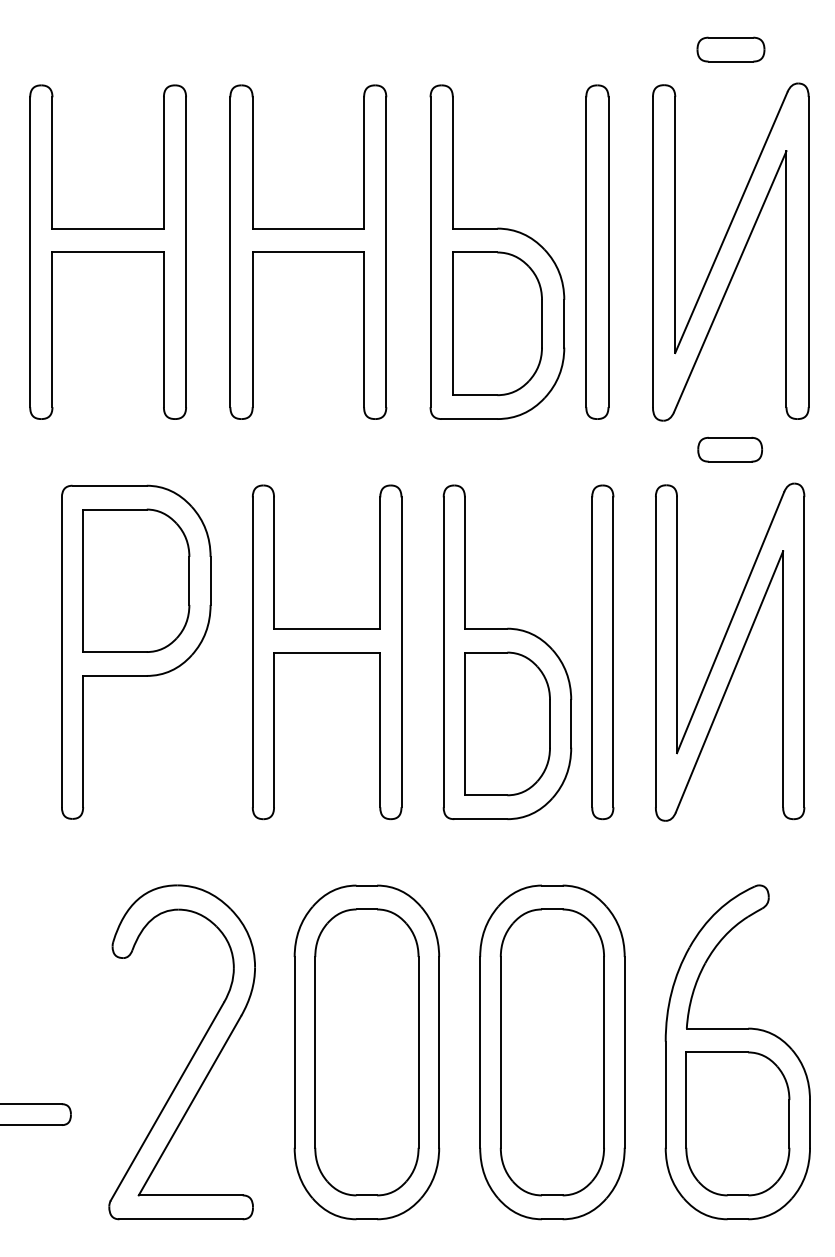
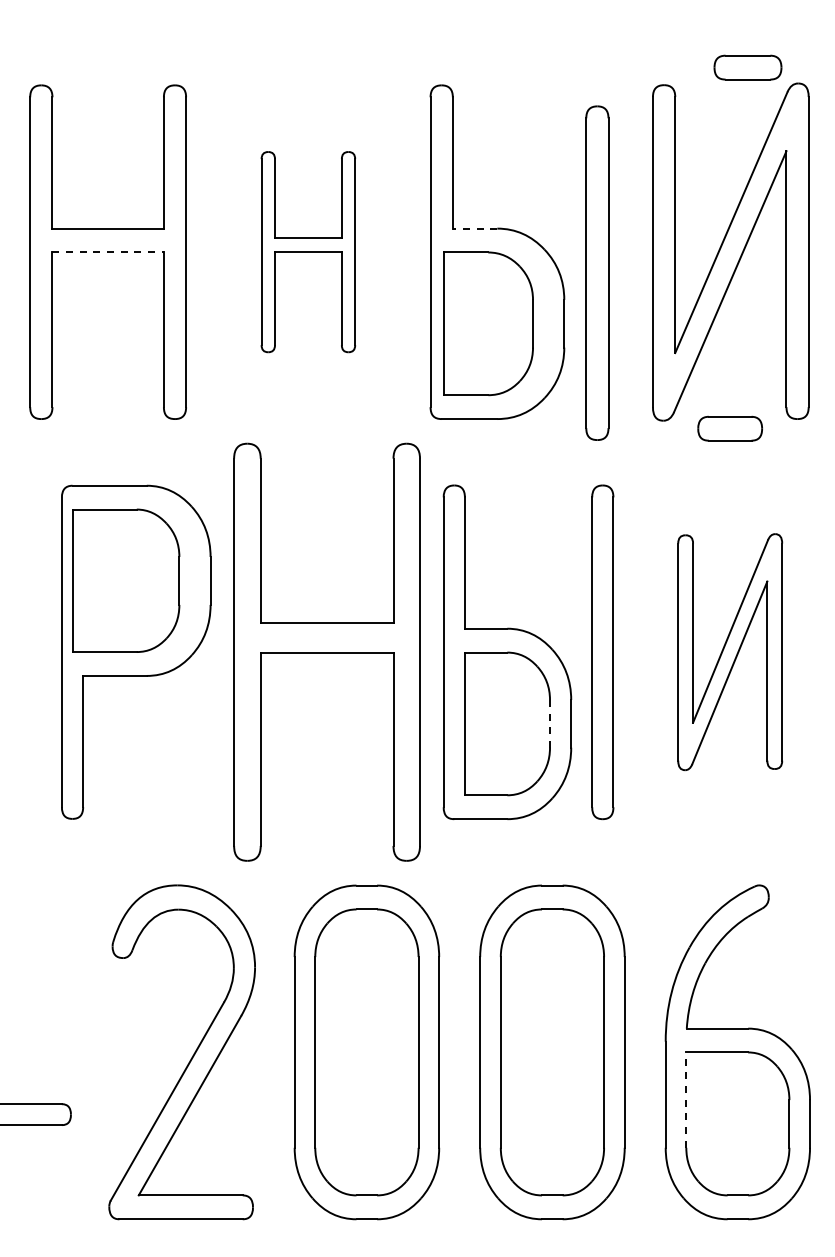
part at (730, 49) position: (730, 49) -> (747, 67)
line at (474, 228): solid -> dashed
part at (308, 251) size: 159x336 px -> 97x203 px
part at (597, 251) position: (597, 251) -> (597, 272)
line at (108, 252): solid -> dashed
part at (497, 323) position: (497, 323) -> (488, 323)
part at (729, 449) position: (729, 449) -> (729, 428)
part at (136, 580) position: (136, 580) -> (126, 580)
part at (730, 651) size: 151x340 px -> 107x239 px
part at (327, 652) size: 151x337 px -> 188x420 px
line at (550, 723): solid -> dashed
line at (686, 1100): solid -> dashed
